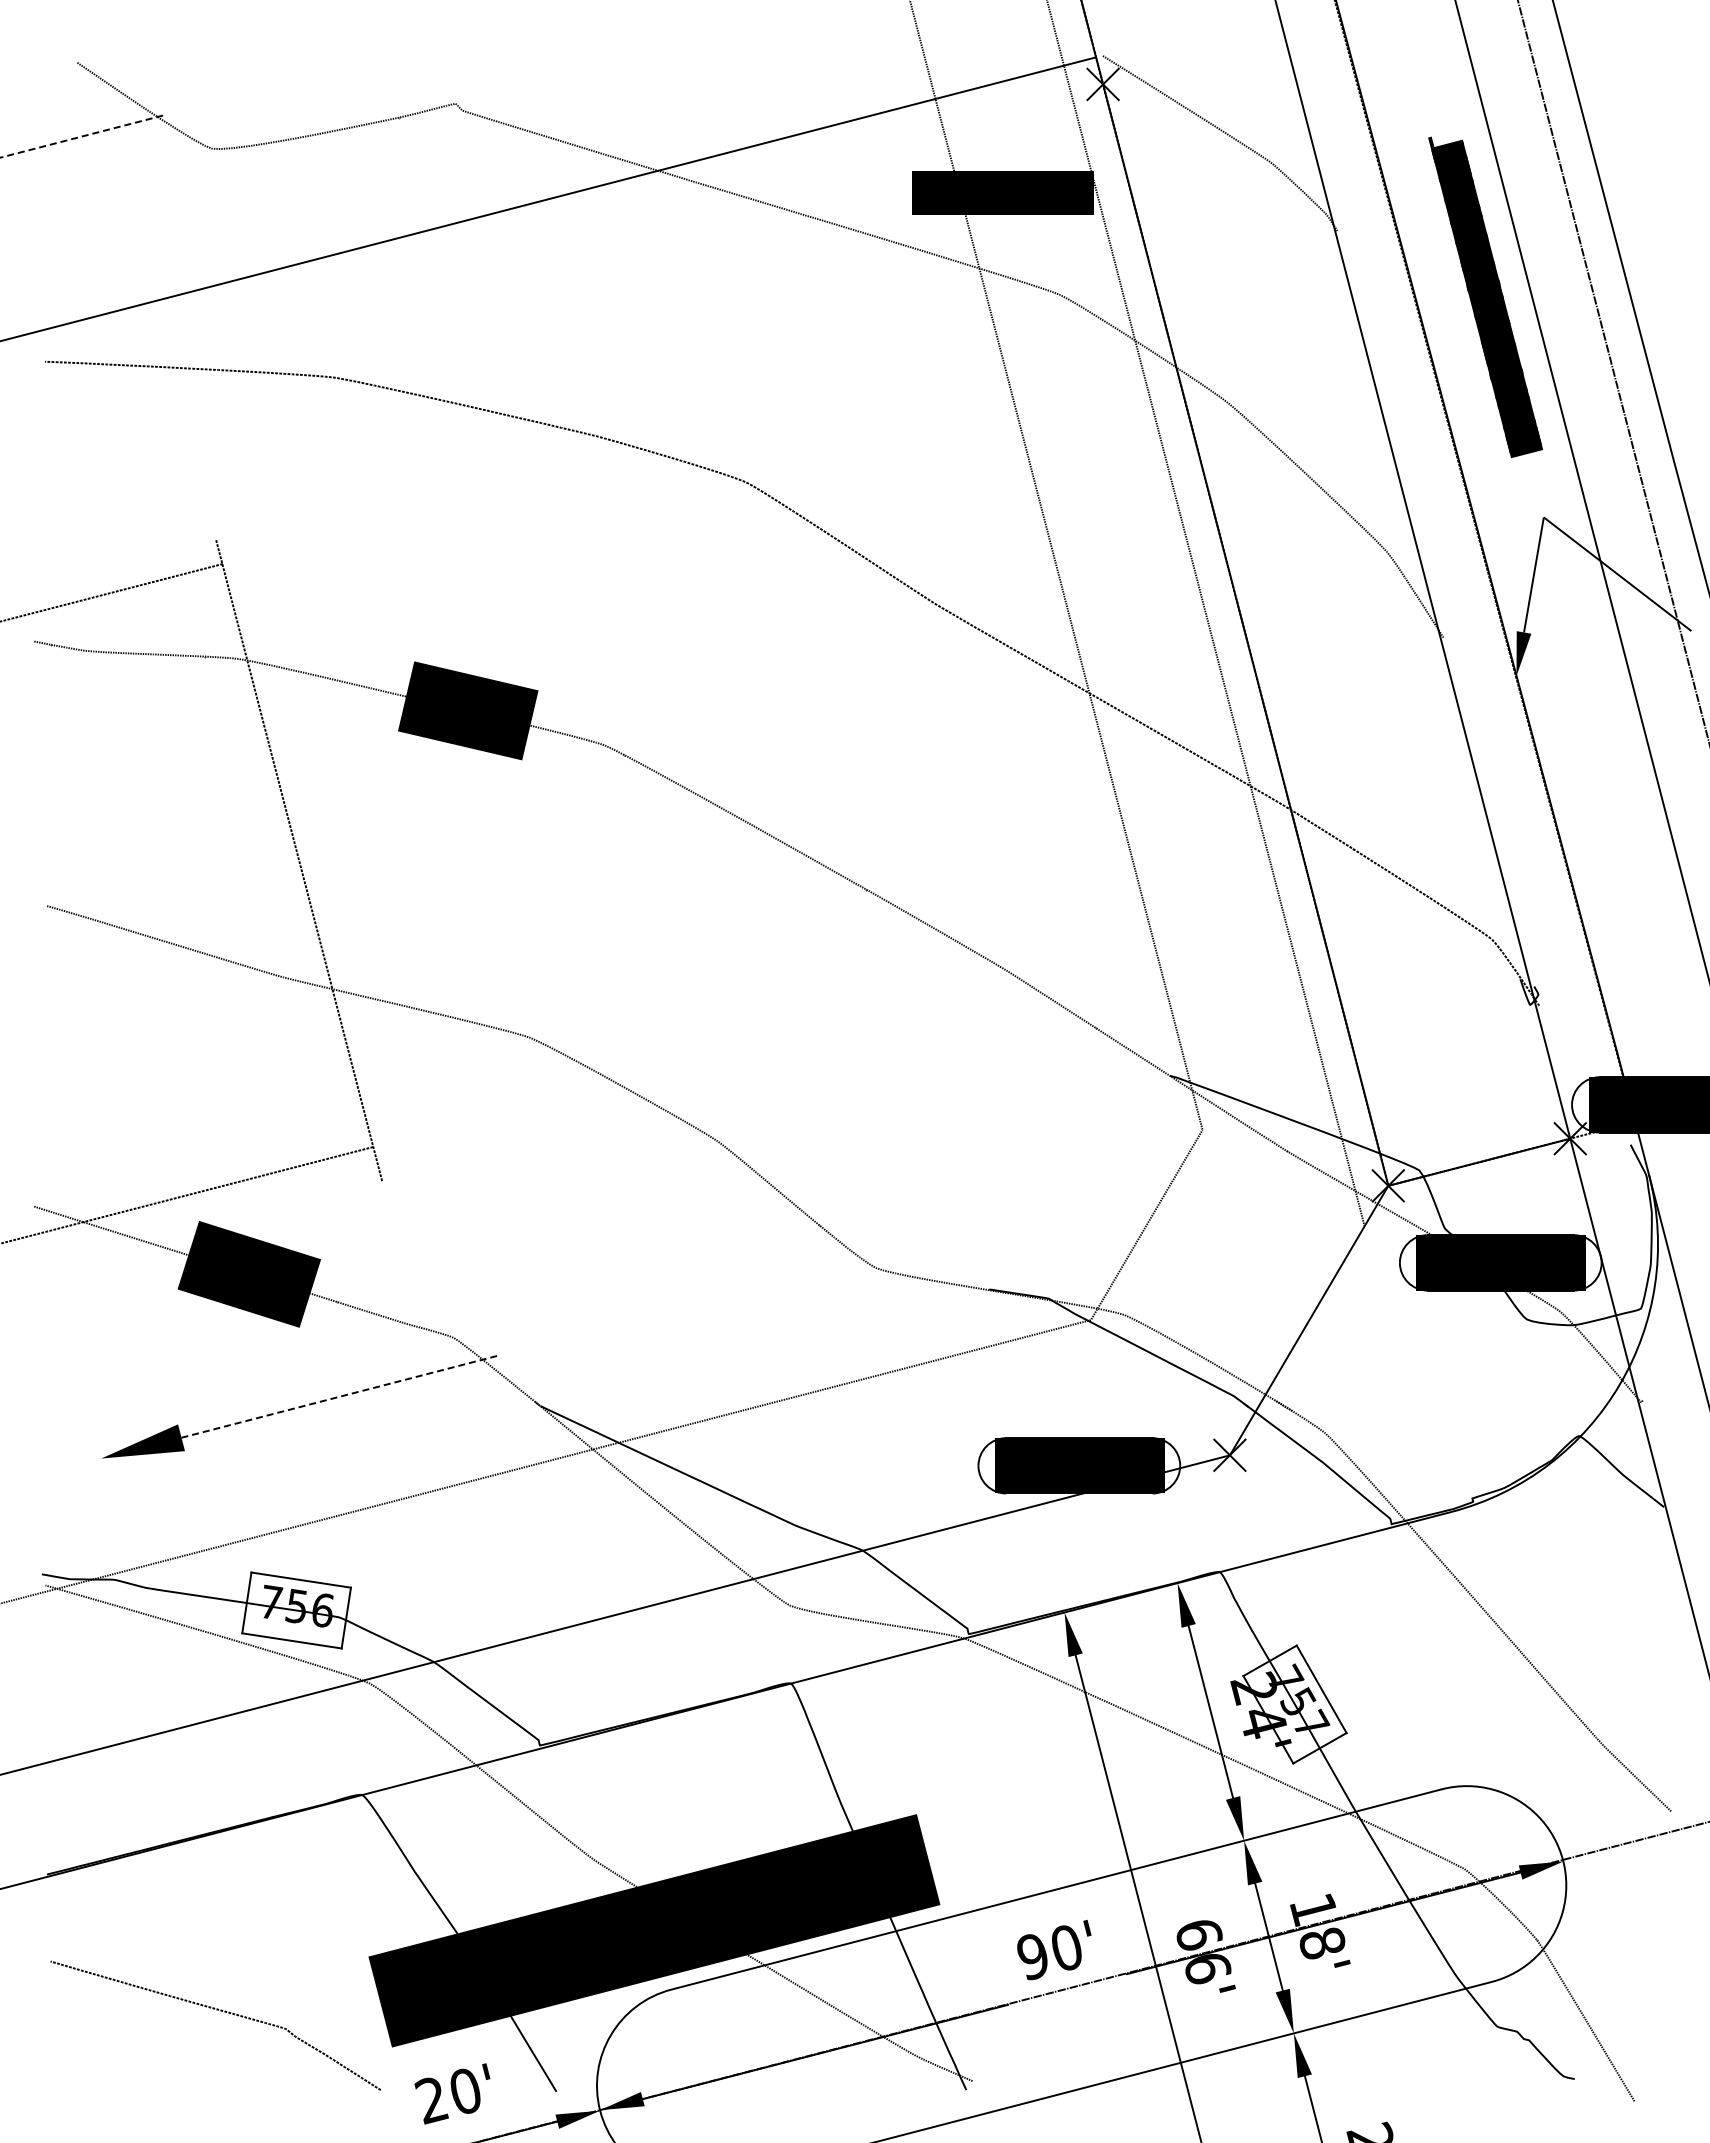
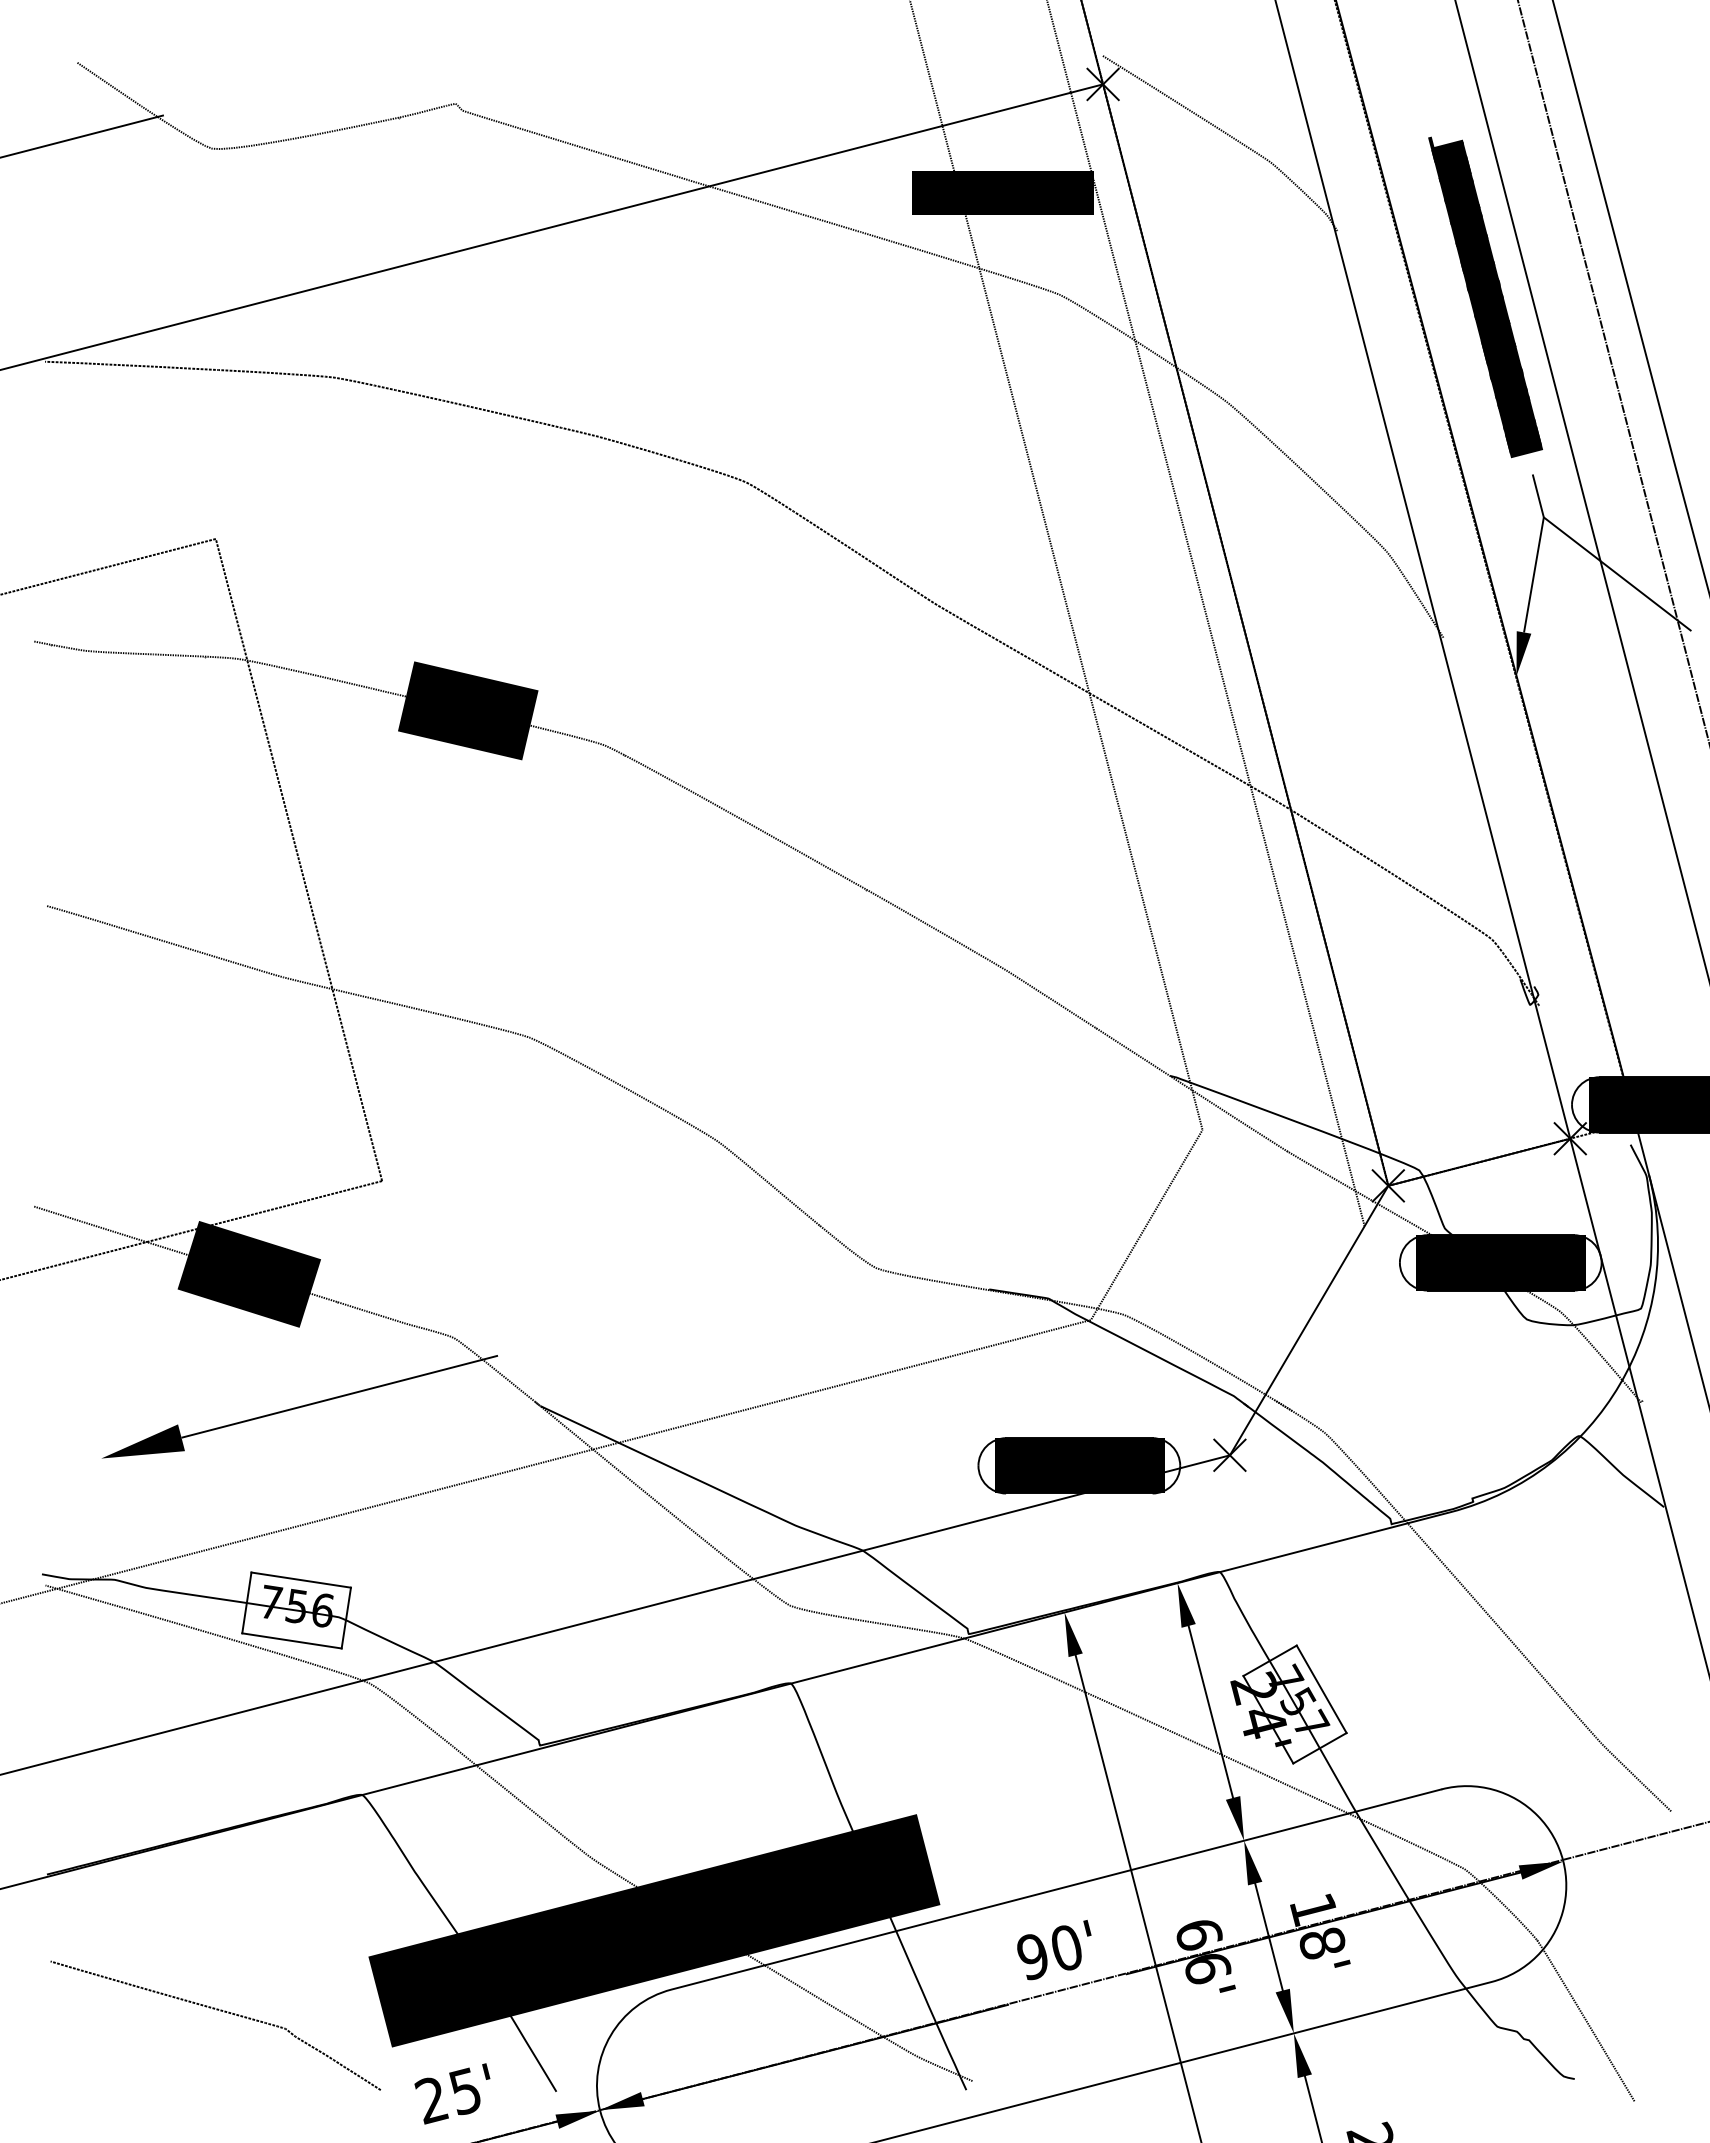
line at (82, 136): dashed -> solid
line at (549, 198) position: (549, 198) -> (552, 226)
line at (1537, 496): none -> present
line at (112, 591) position: (112, 591) -> (108, 566)
line at (187, 1195) position: (187, 1195) -> (192, 1230)
line at (340, 1396): dashed -> solid
text at (464, 2091): 20' -> 25'
